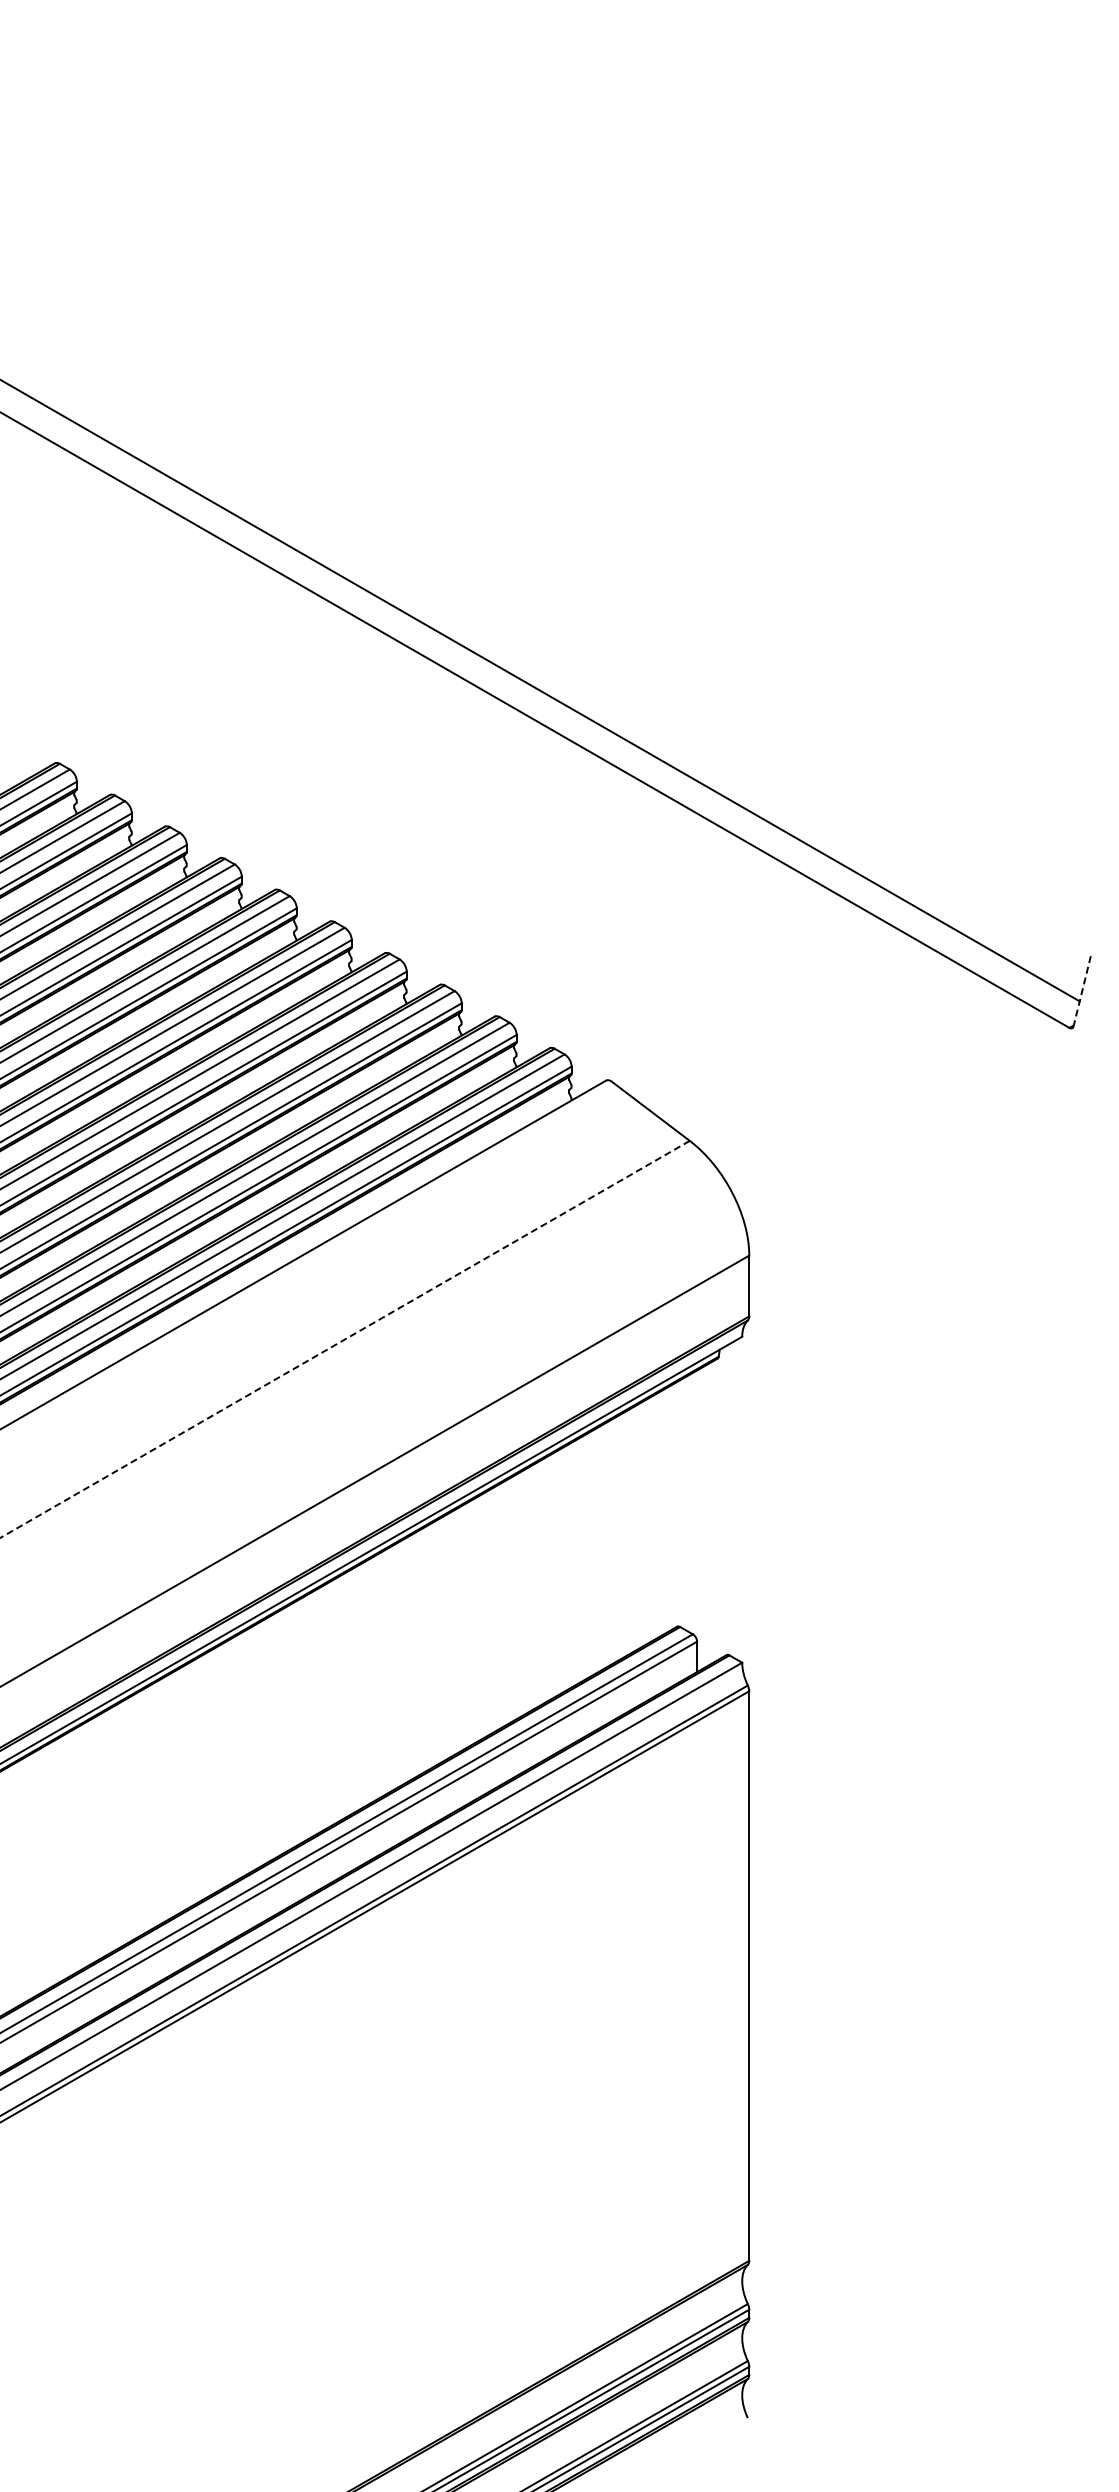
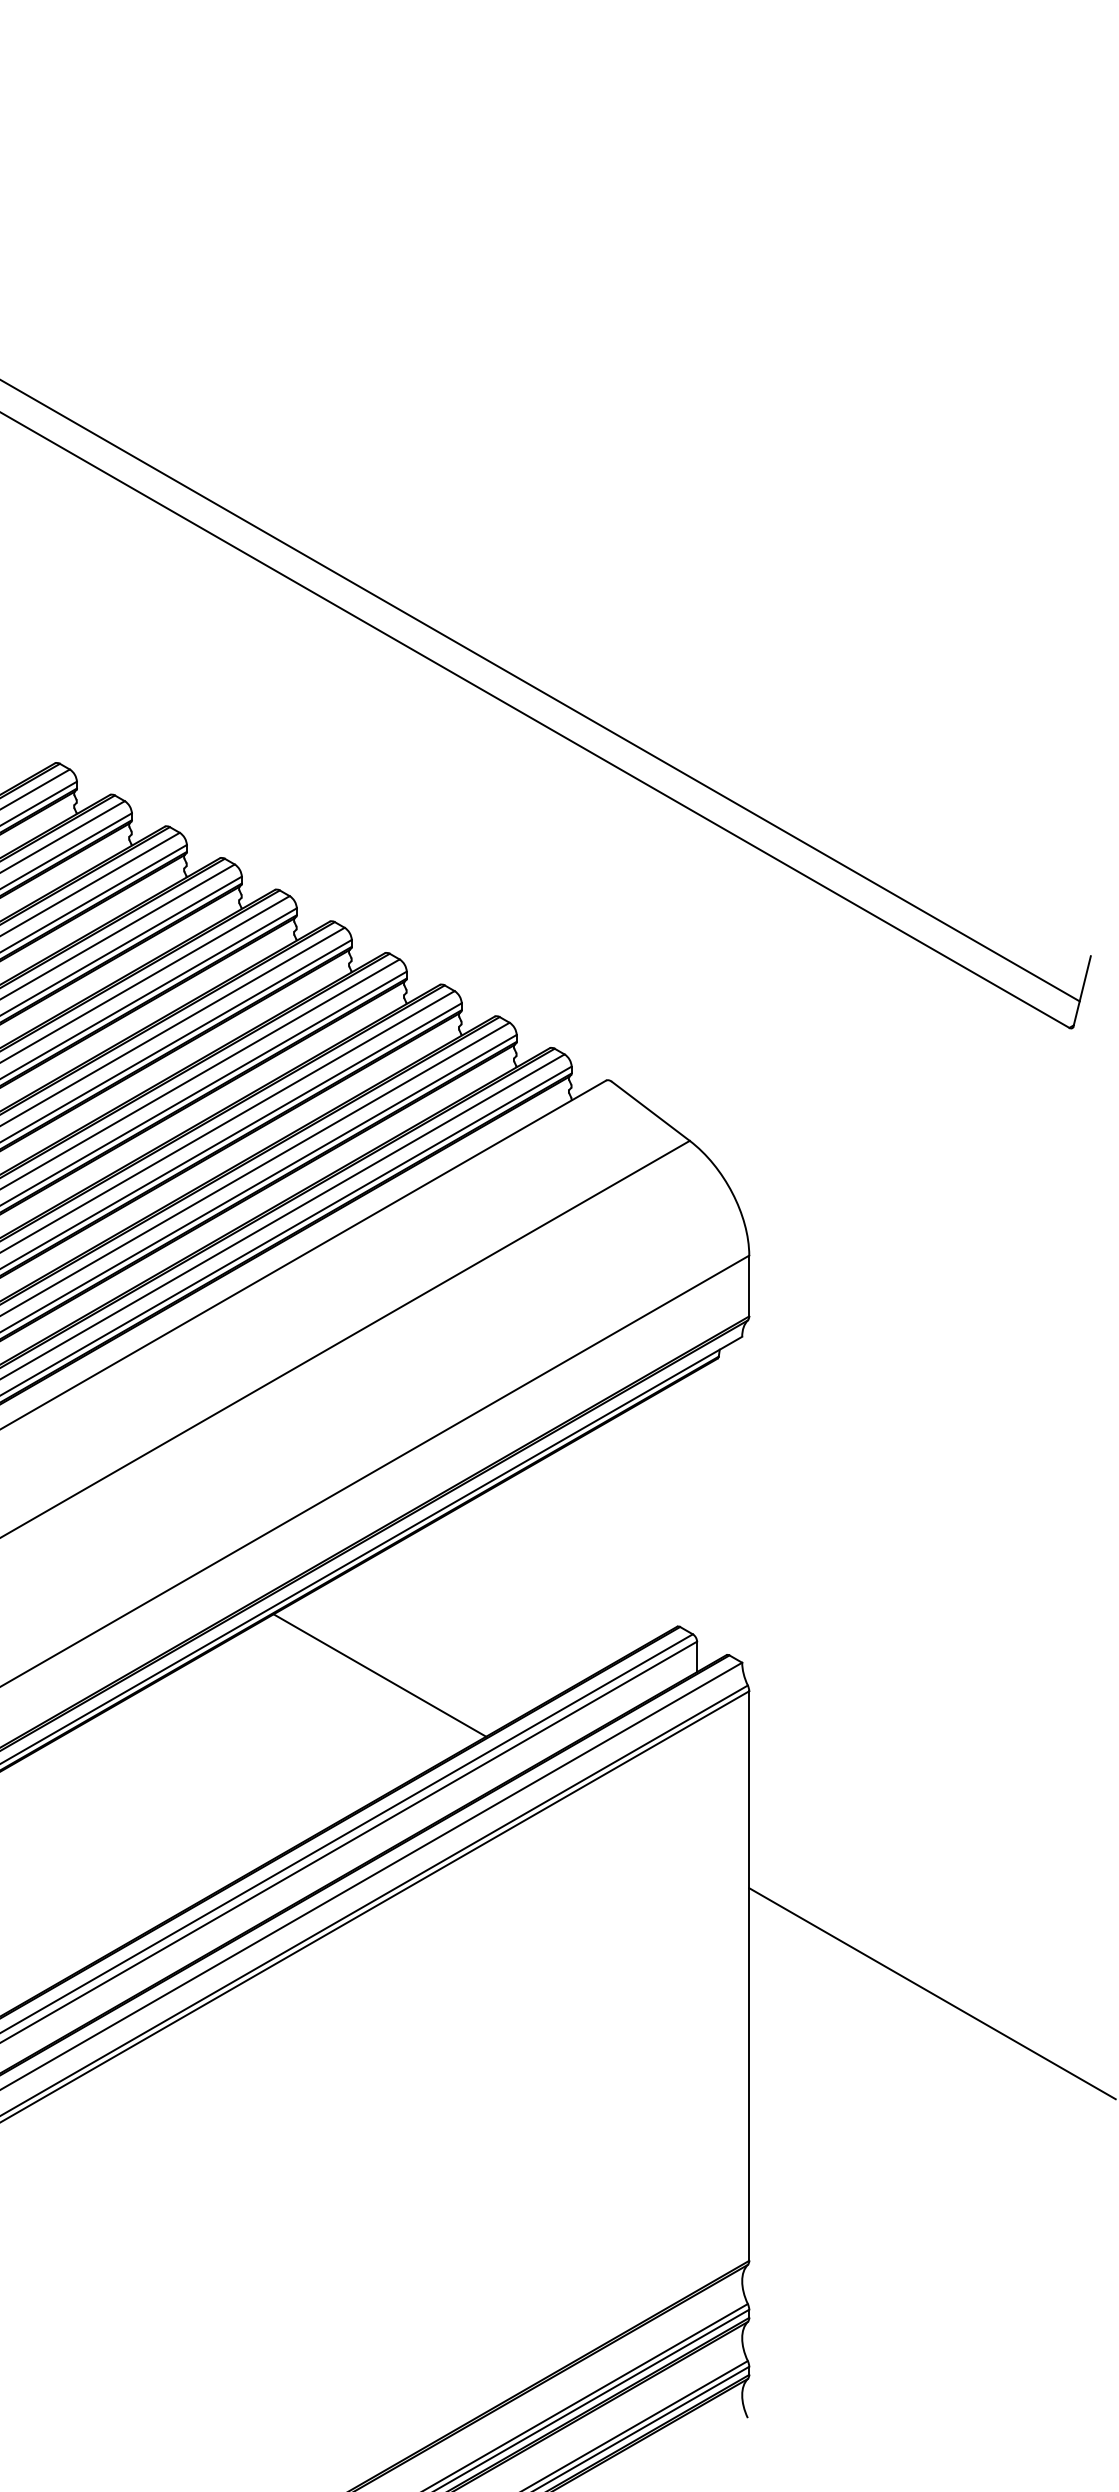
line at (1082, 991): dashed -> solid
line at (345, 1339): dashed -> solid
line at (379, 1675): none -> present
line at (932, 1993): none -> present
